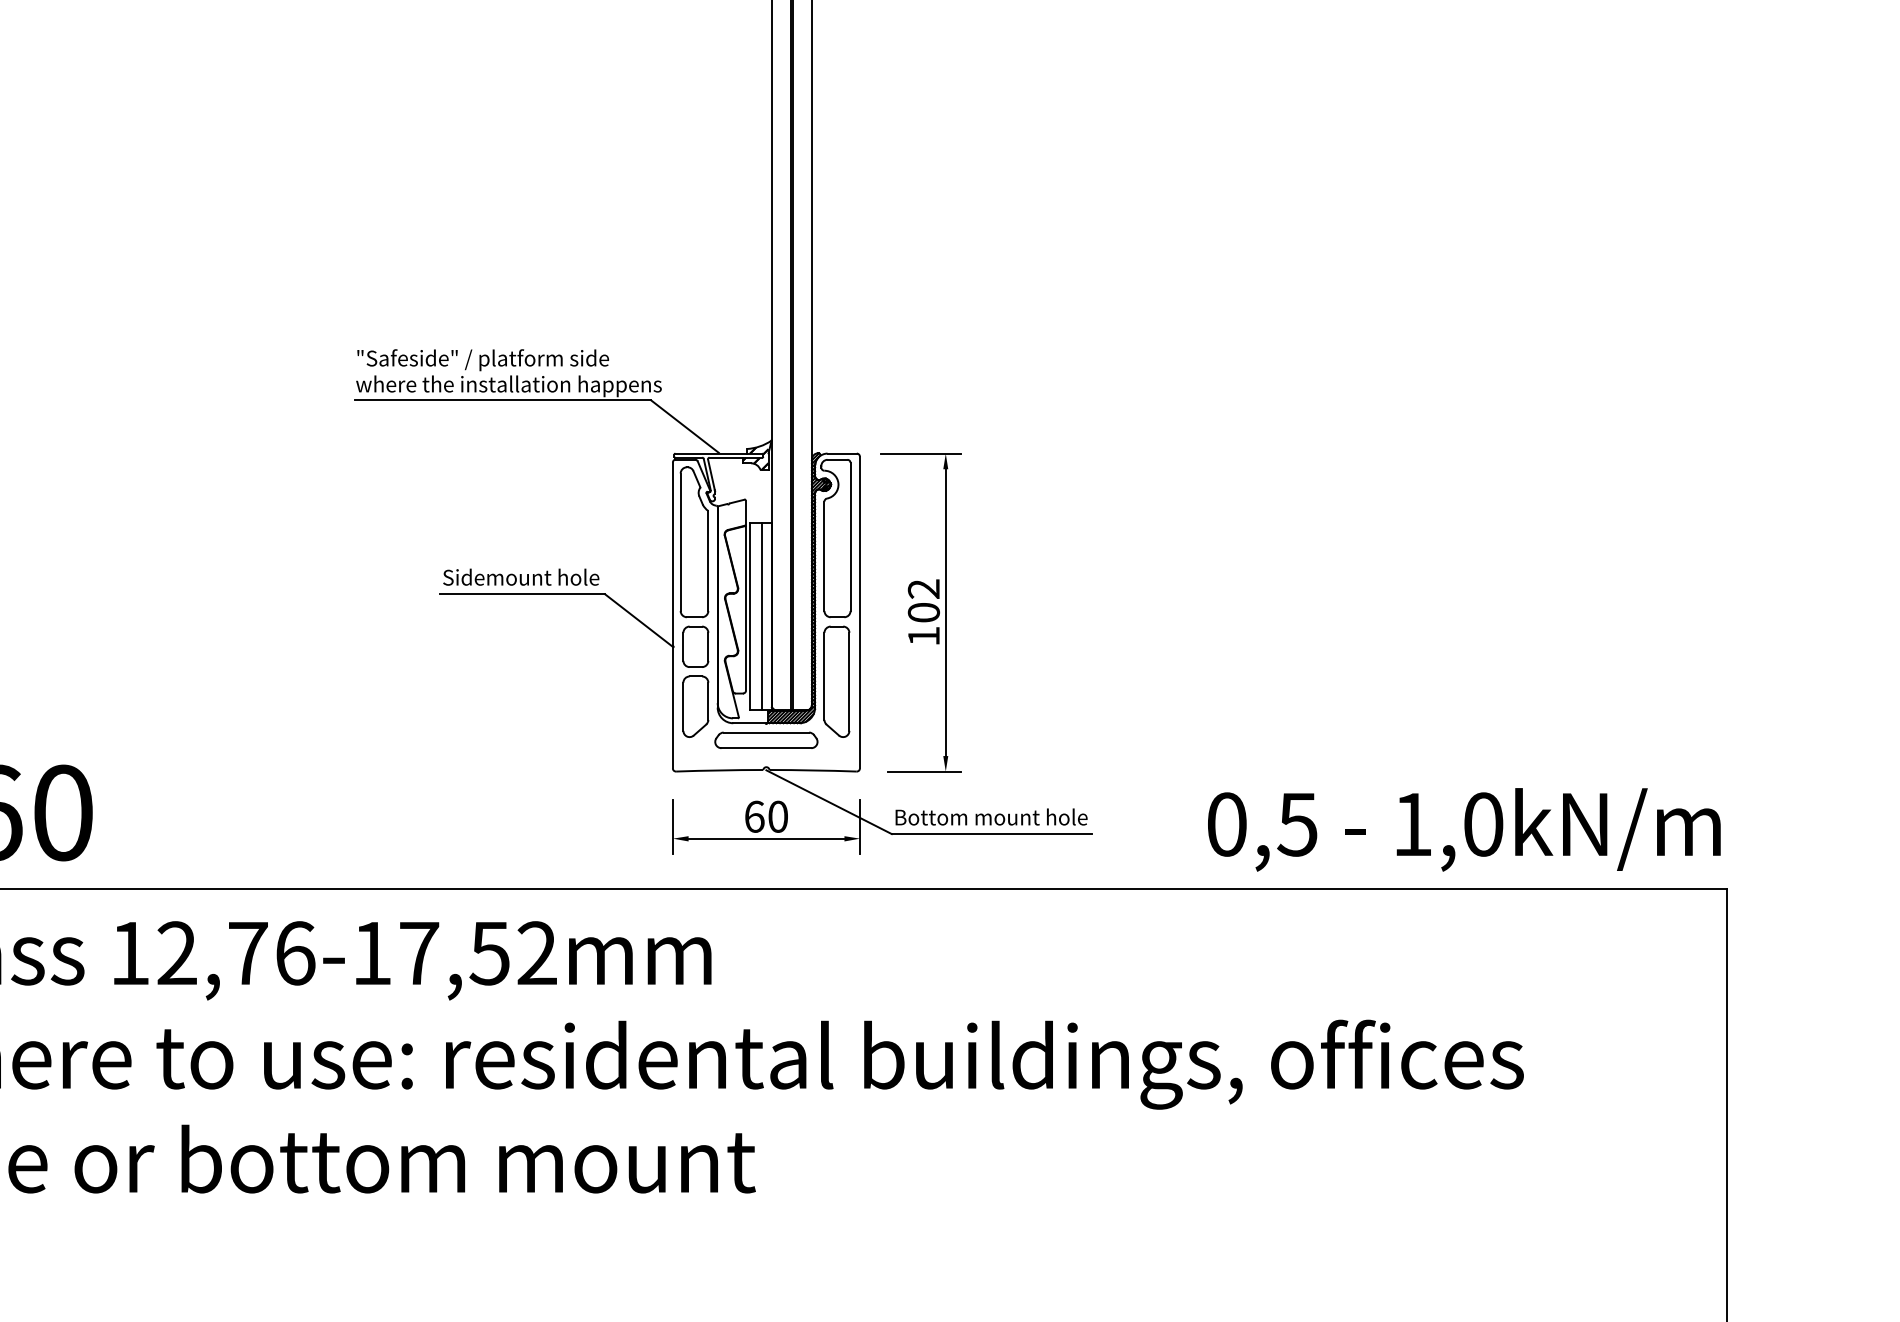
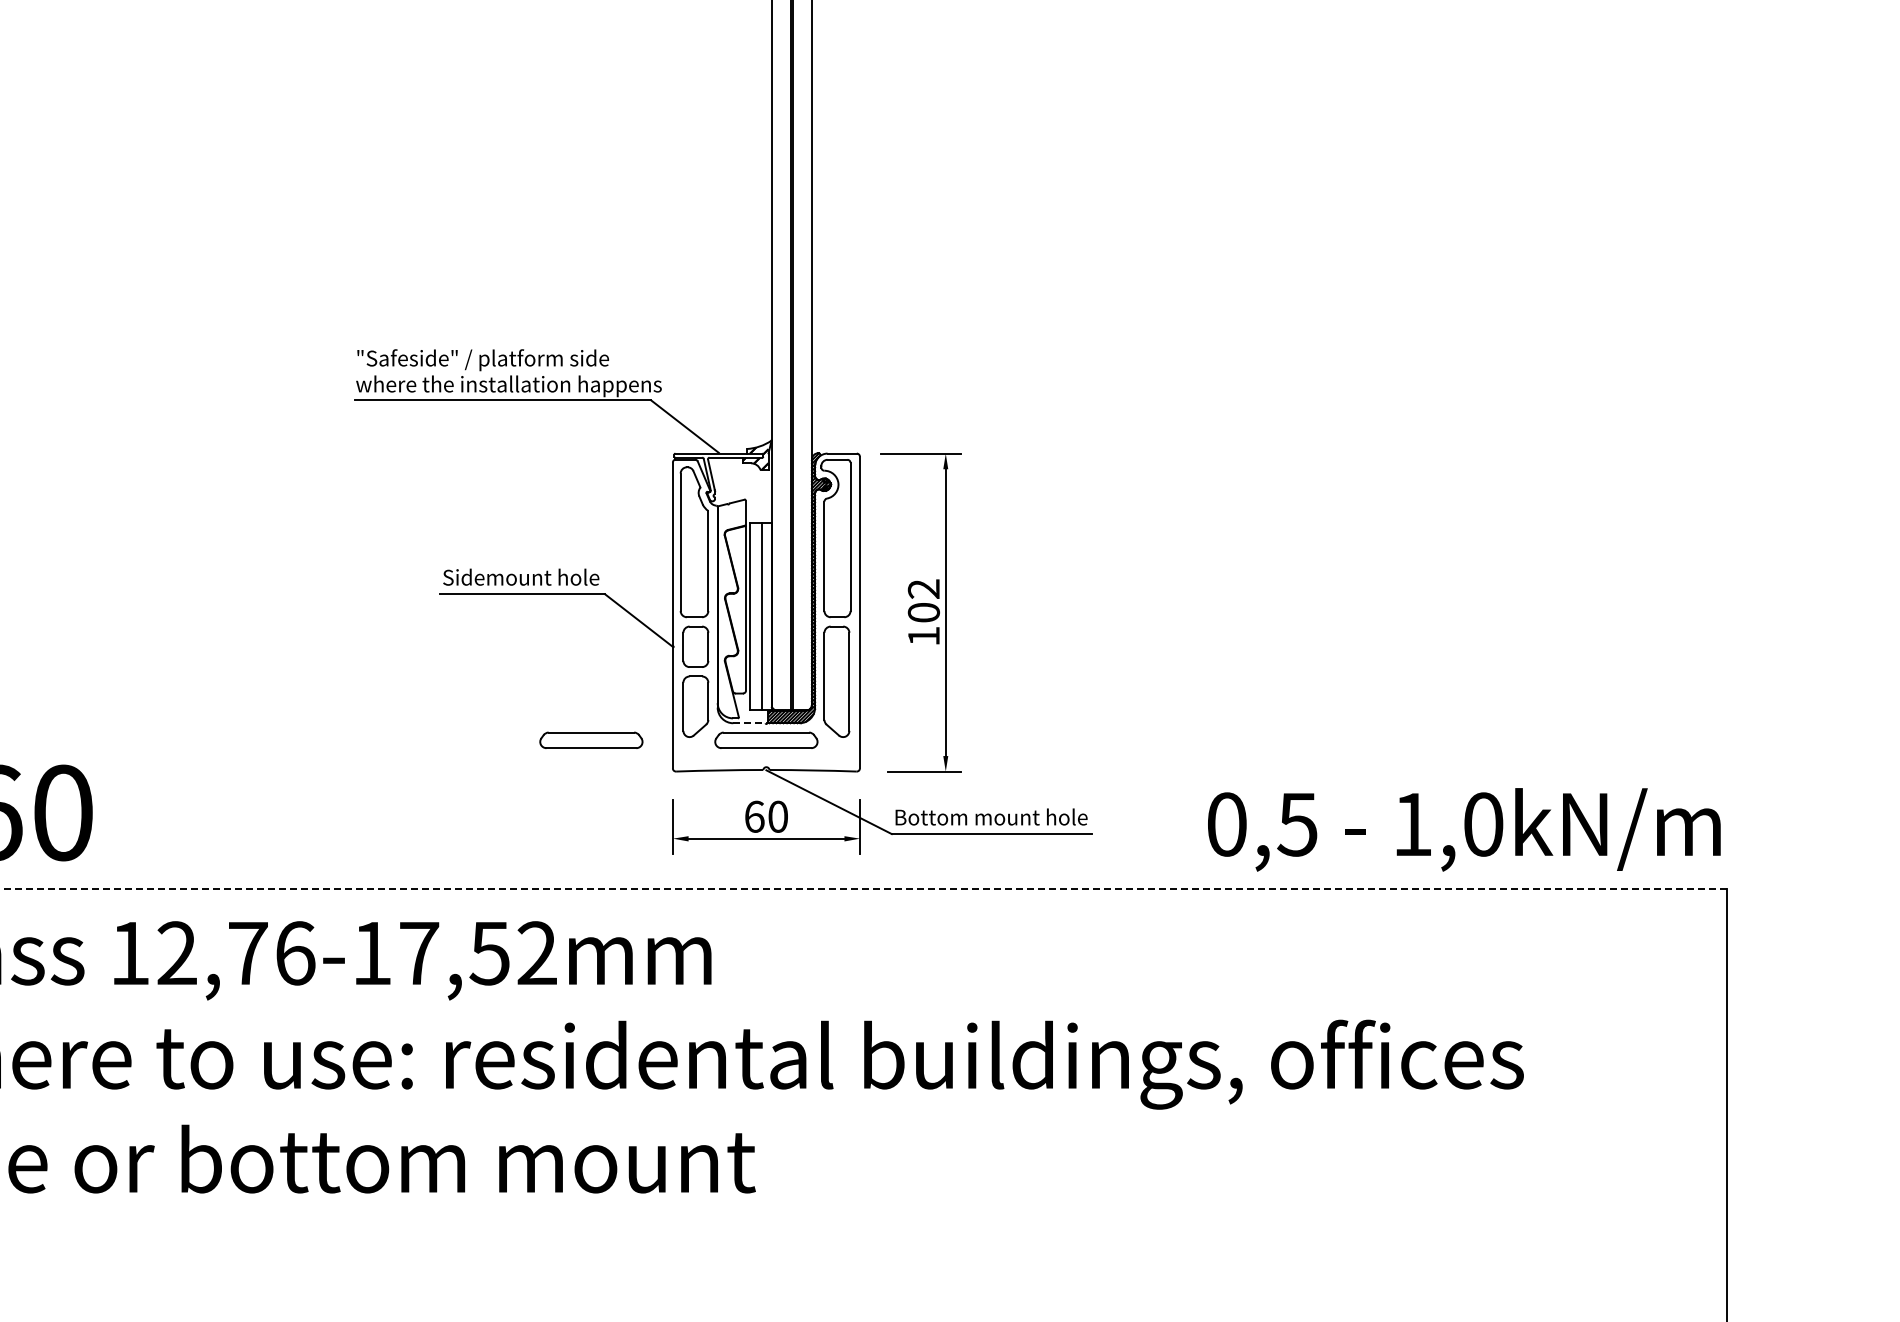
line at (749, 723): solid -> dashed
part at (591, 739): none -> present
line at (864, 888): solid -> dashed
